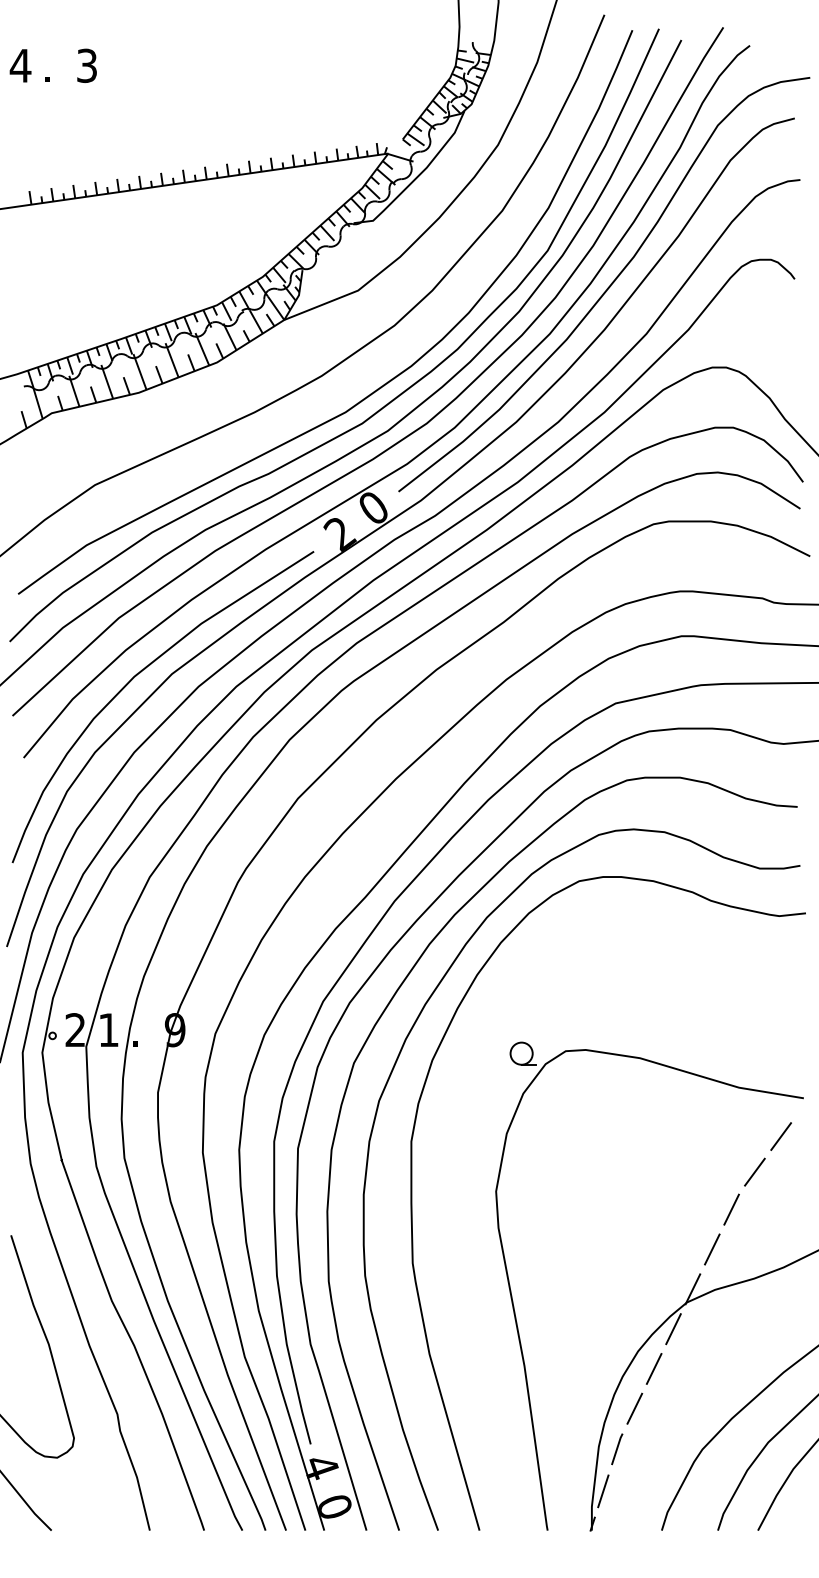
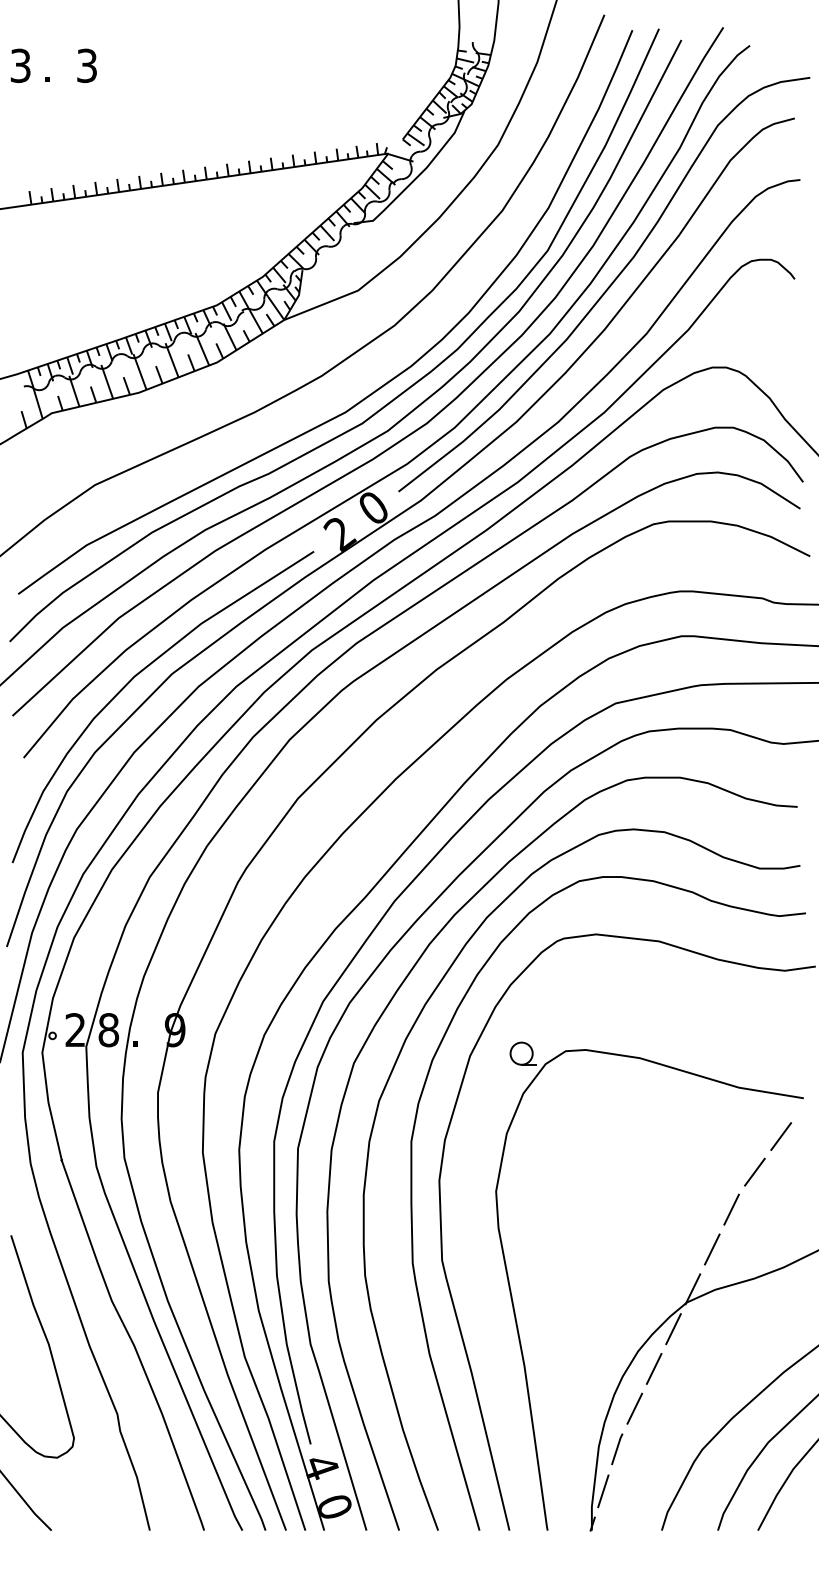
text at (20, 65): 4 -> 3
text at (108, 1030): 1 -> 8
curve at (442, 1232): none -> present
